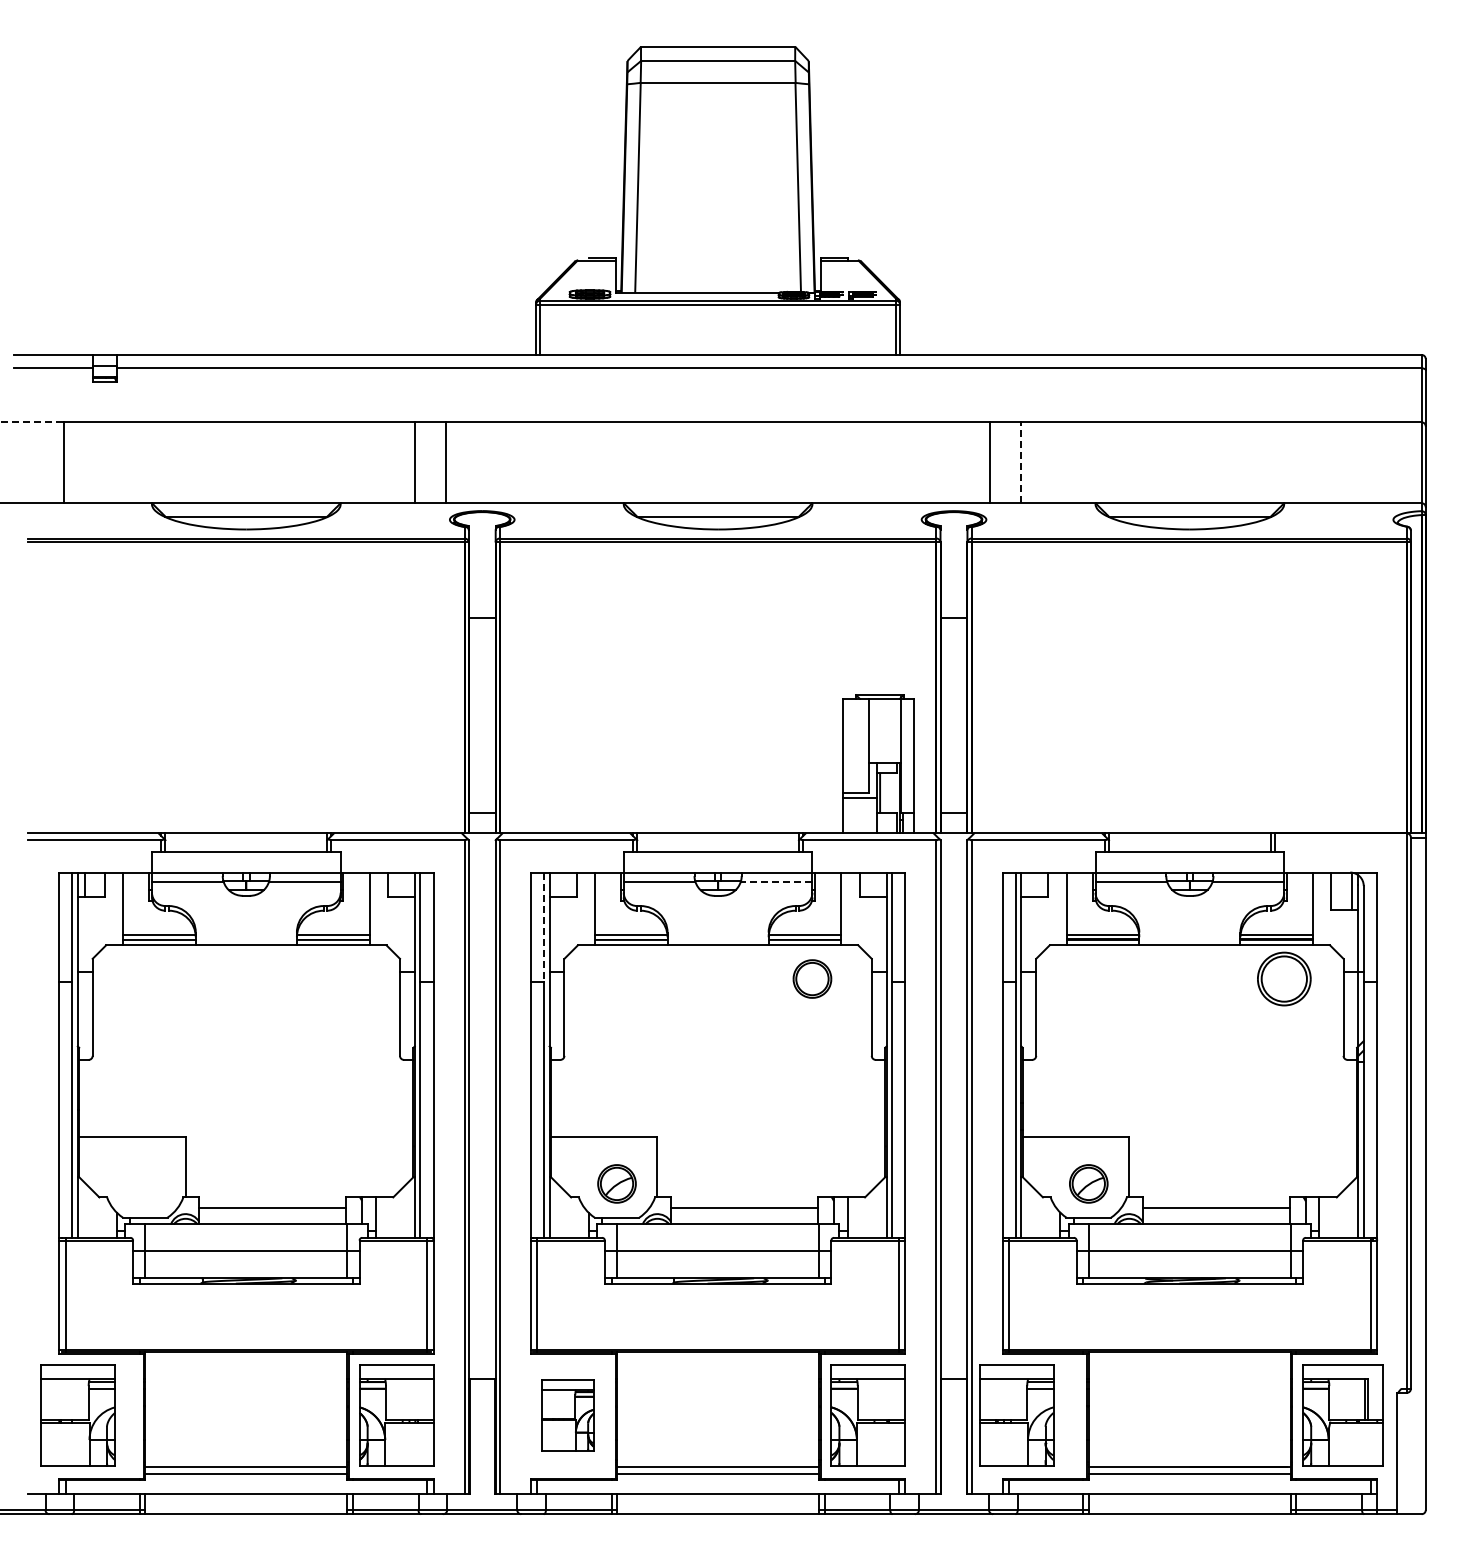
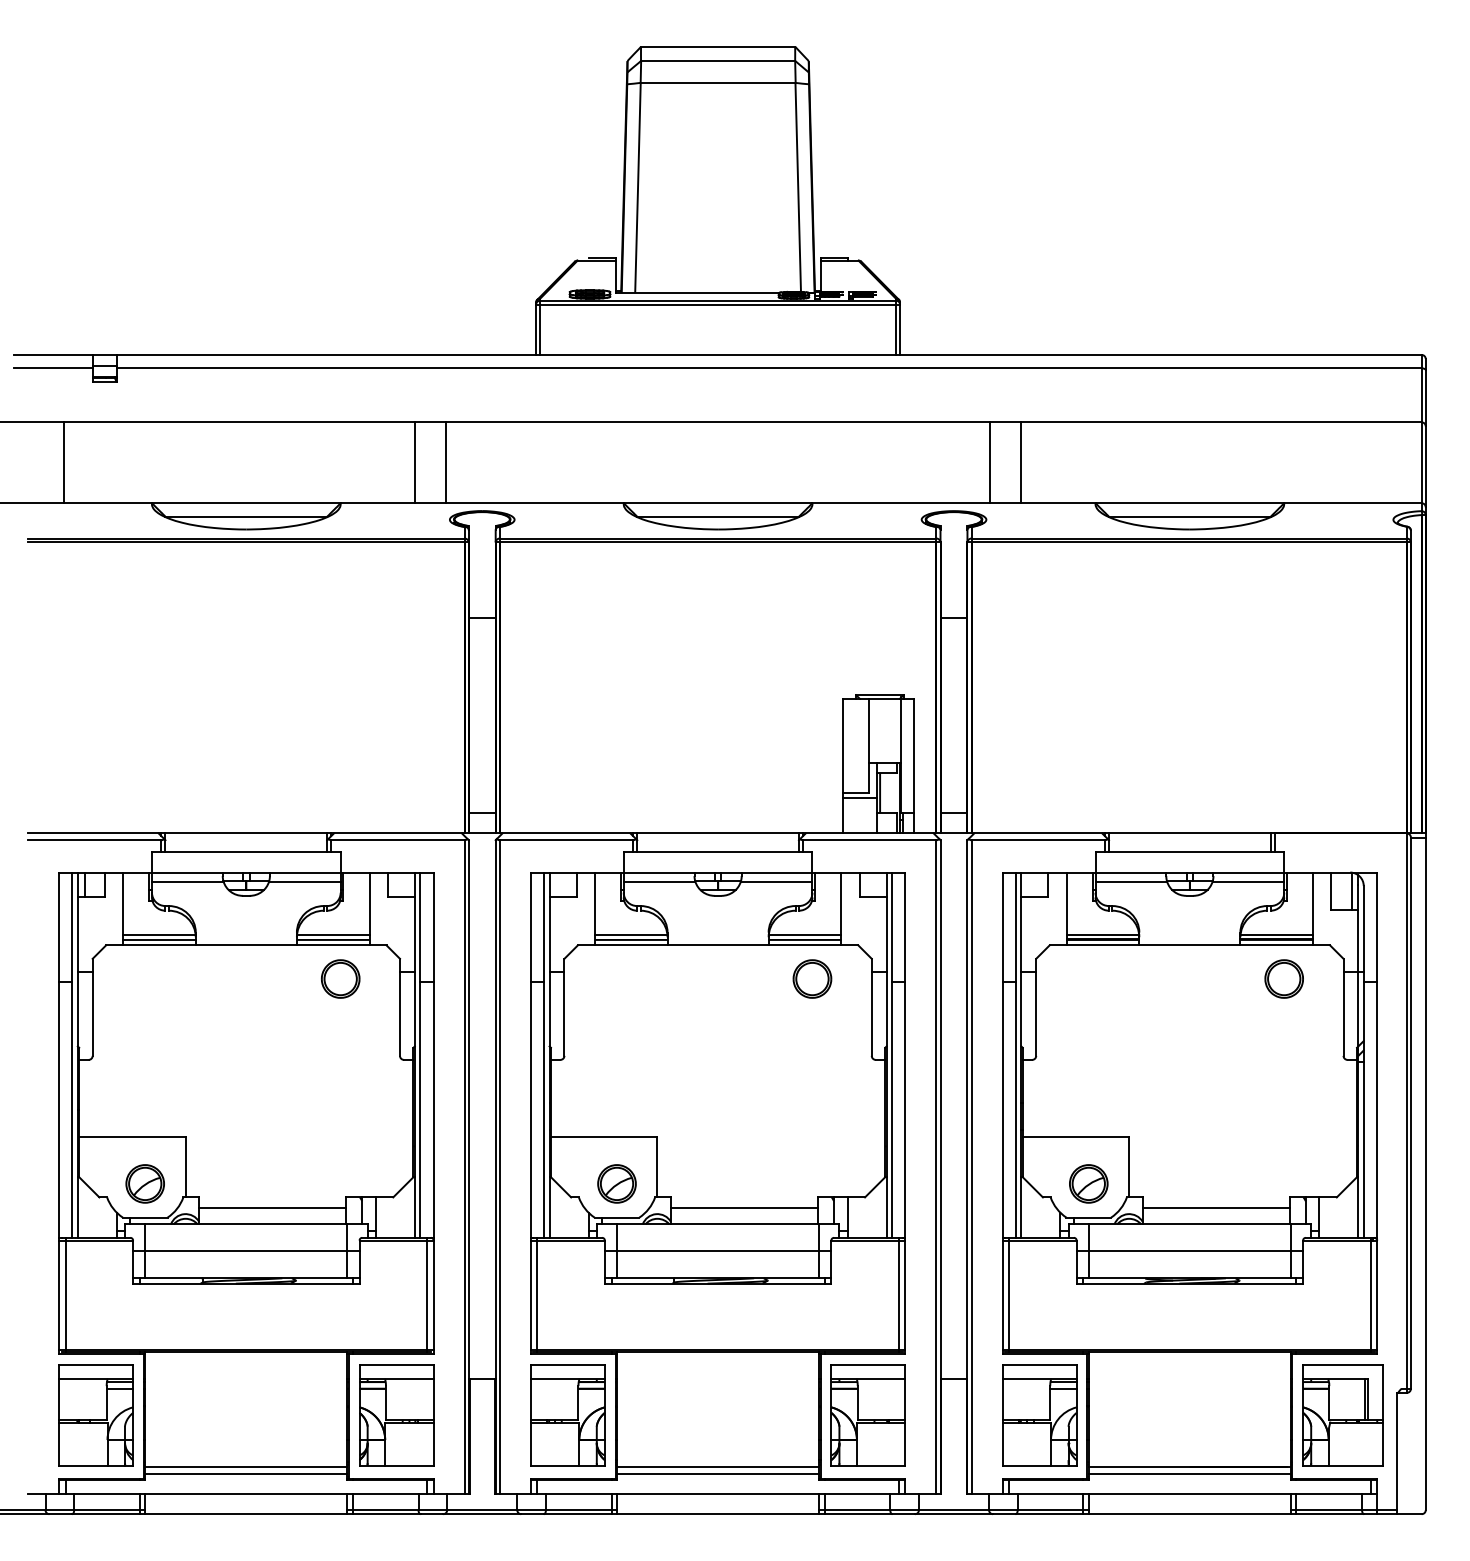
line at (32, 422): dashed -> solid
line at (1021, 462): dashed -> solid
line at (776, 881): dashed -> solid
line at (544, 927): dashed -> solid
part at (340, 978): none -> present
part at (1284, 978) size: 55x56 px -> 40x40 px
part at (144, 1183): none -> present
part at (77, 1415) position: (77, 1415) -> (95, 1415)
part at (567, 1415) size: 54x73 px -> 76x103 px
part at (1016, 1415) position: (1016, 1415) -> (1039, 1415)
